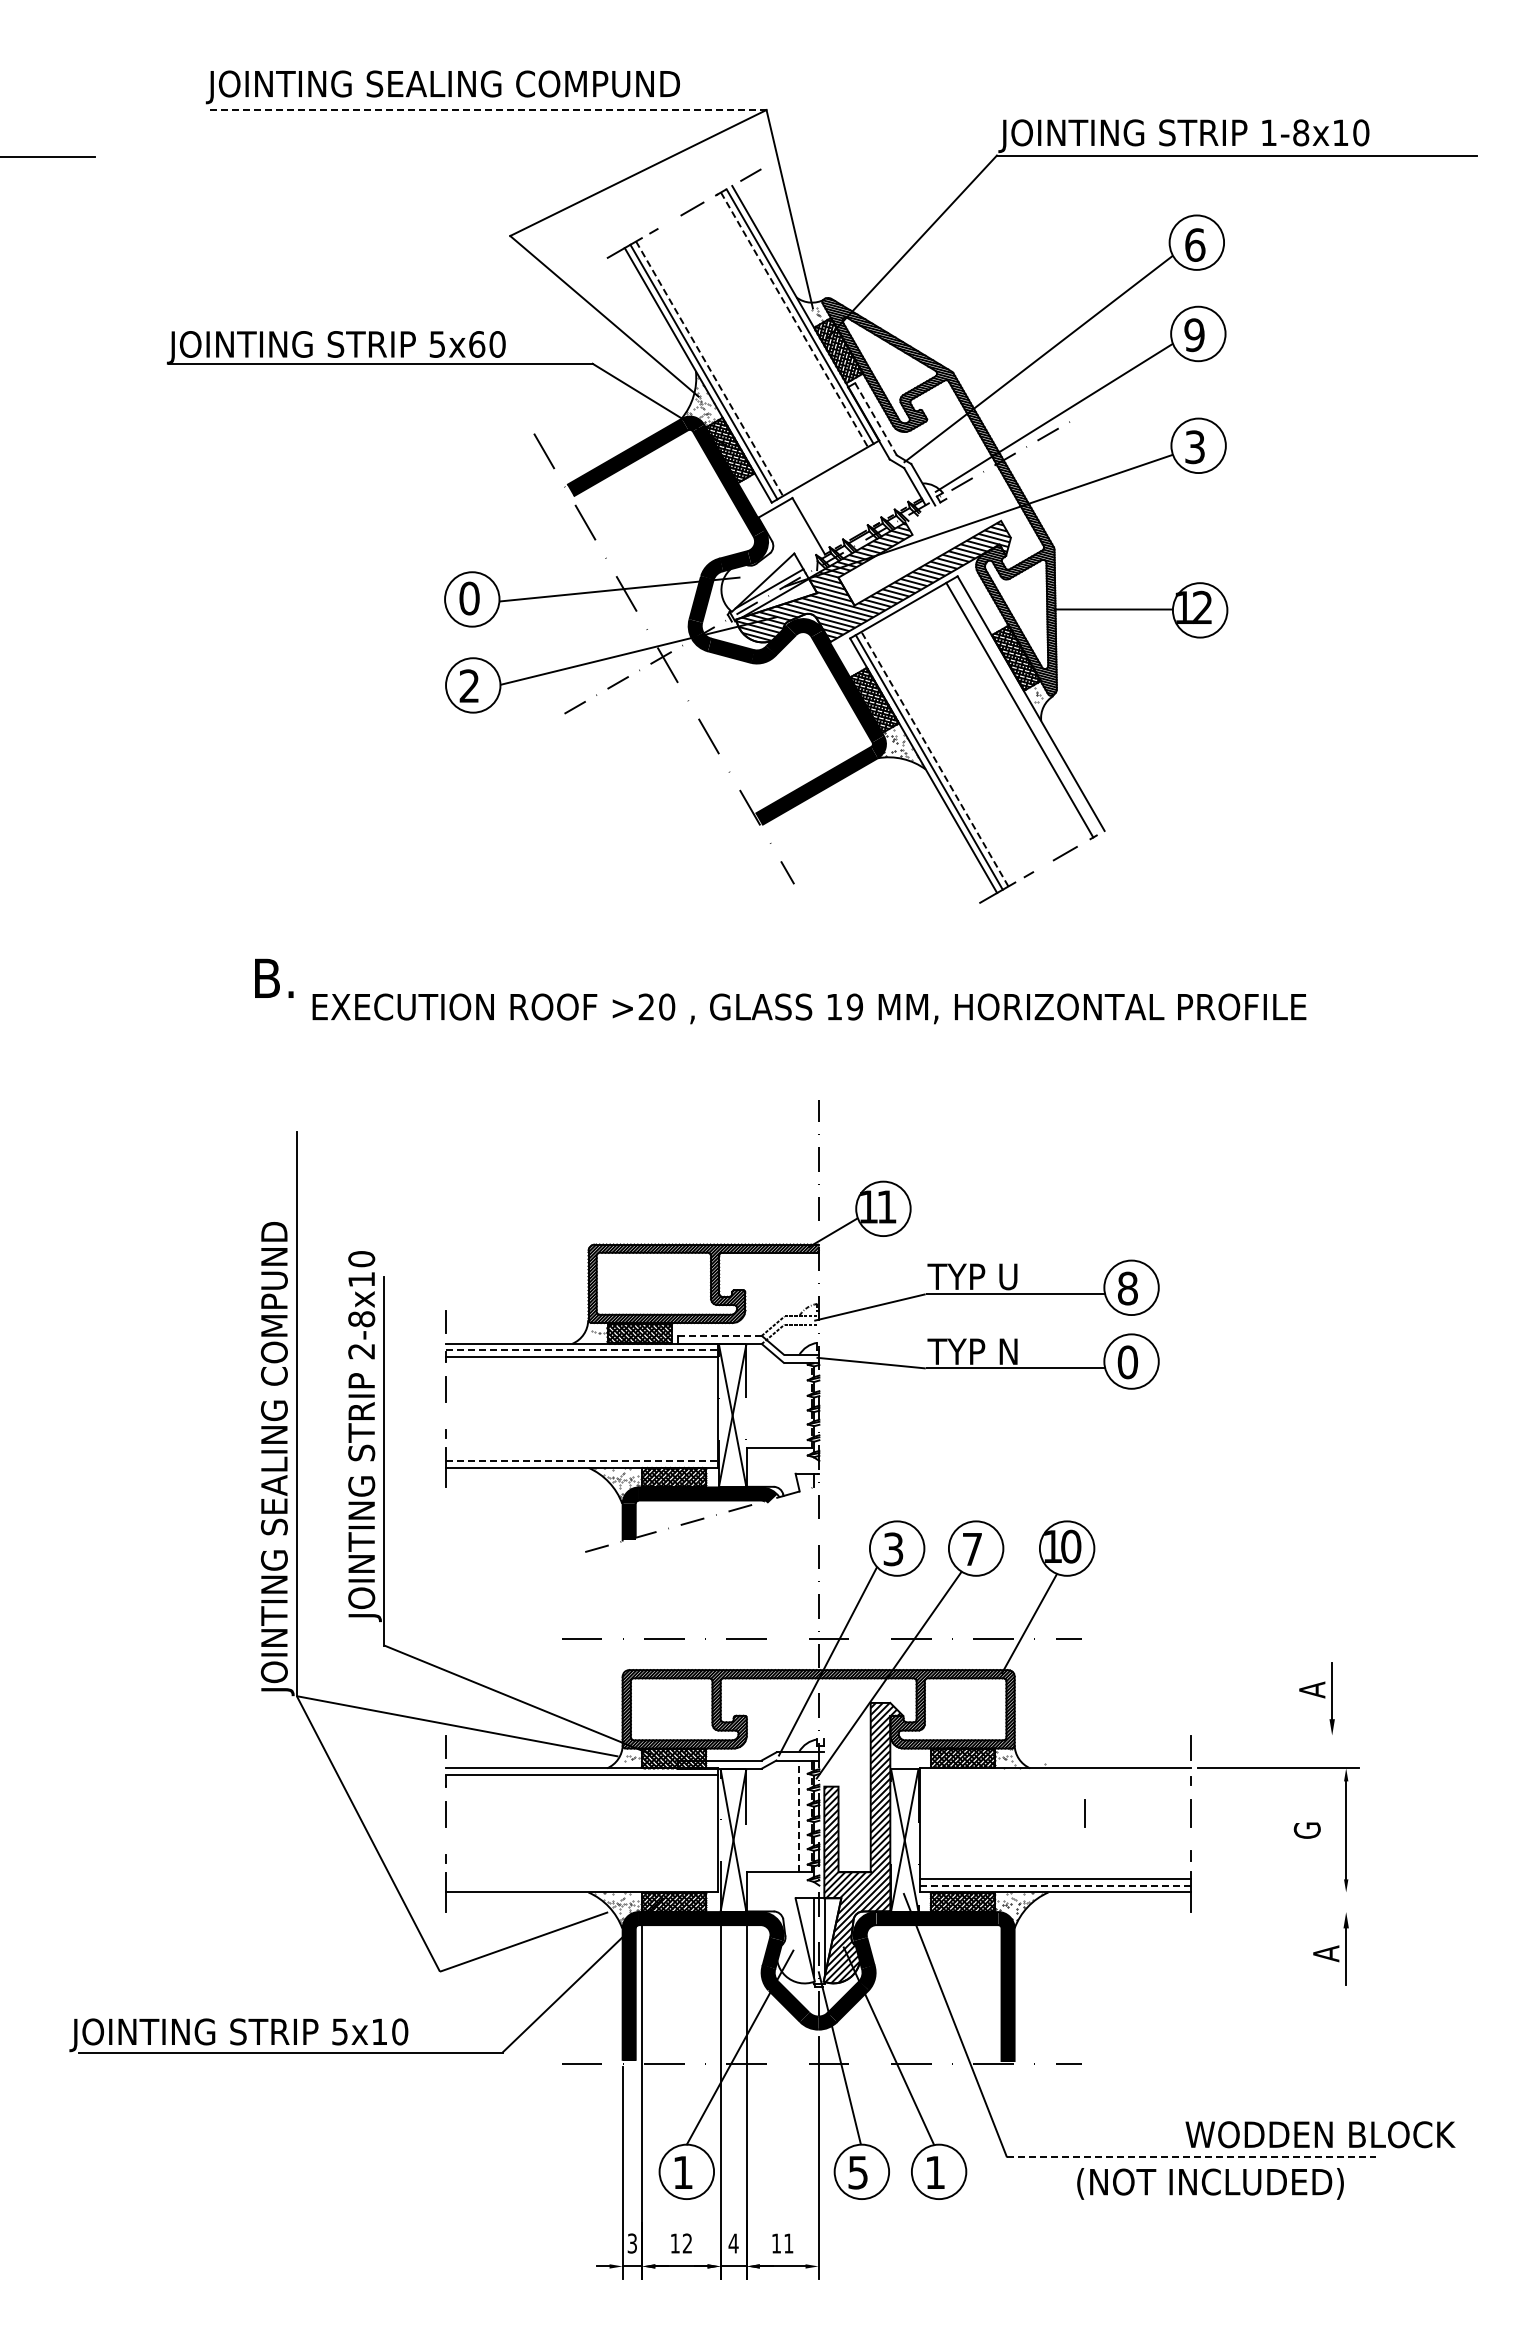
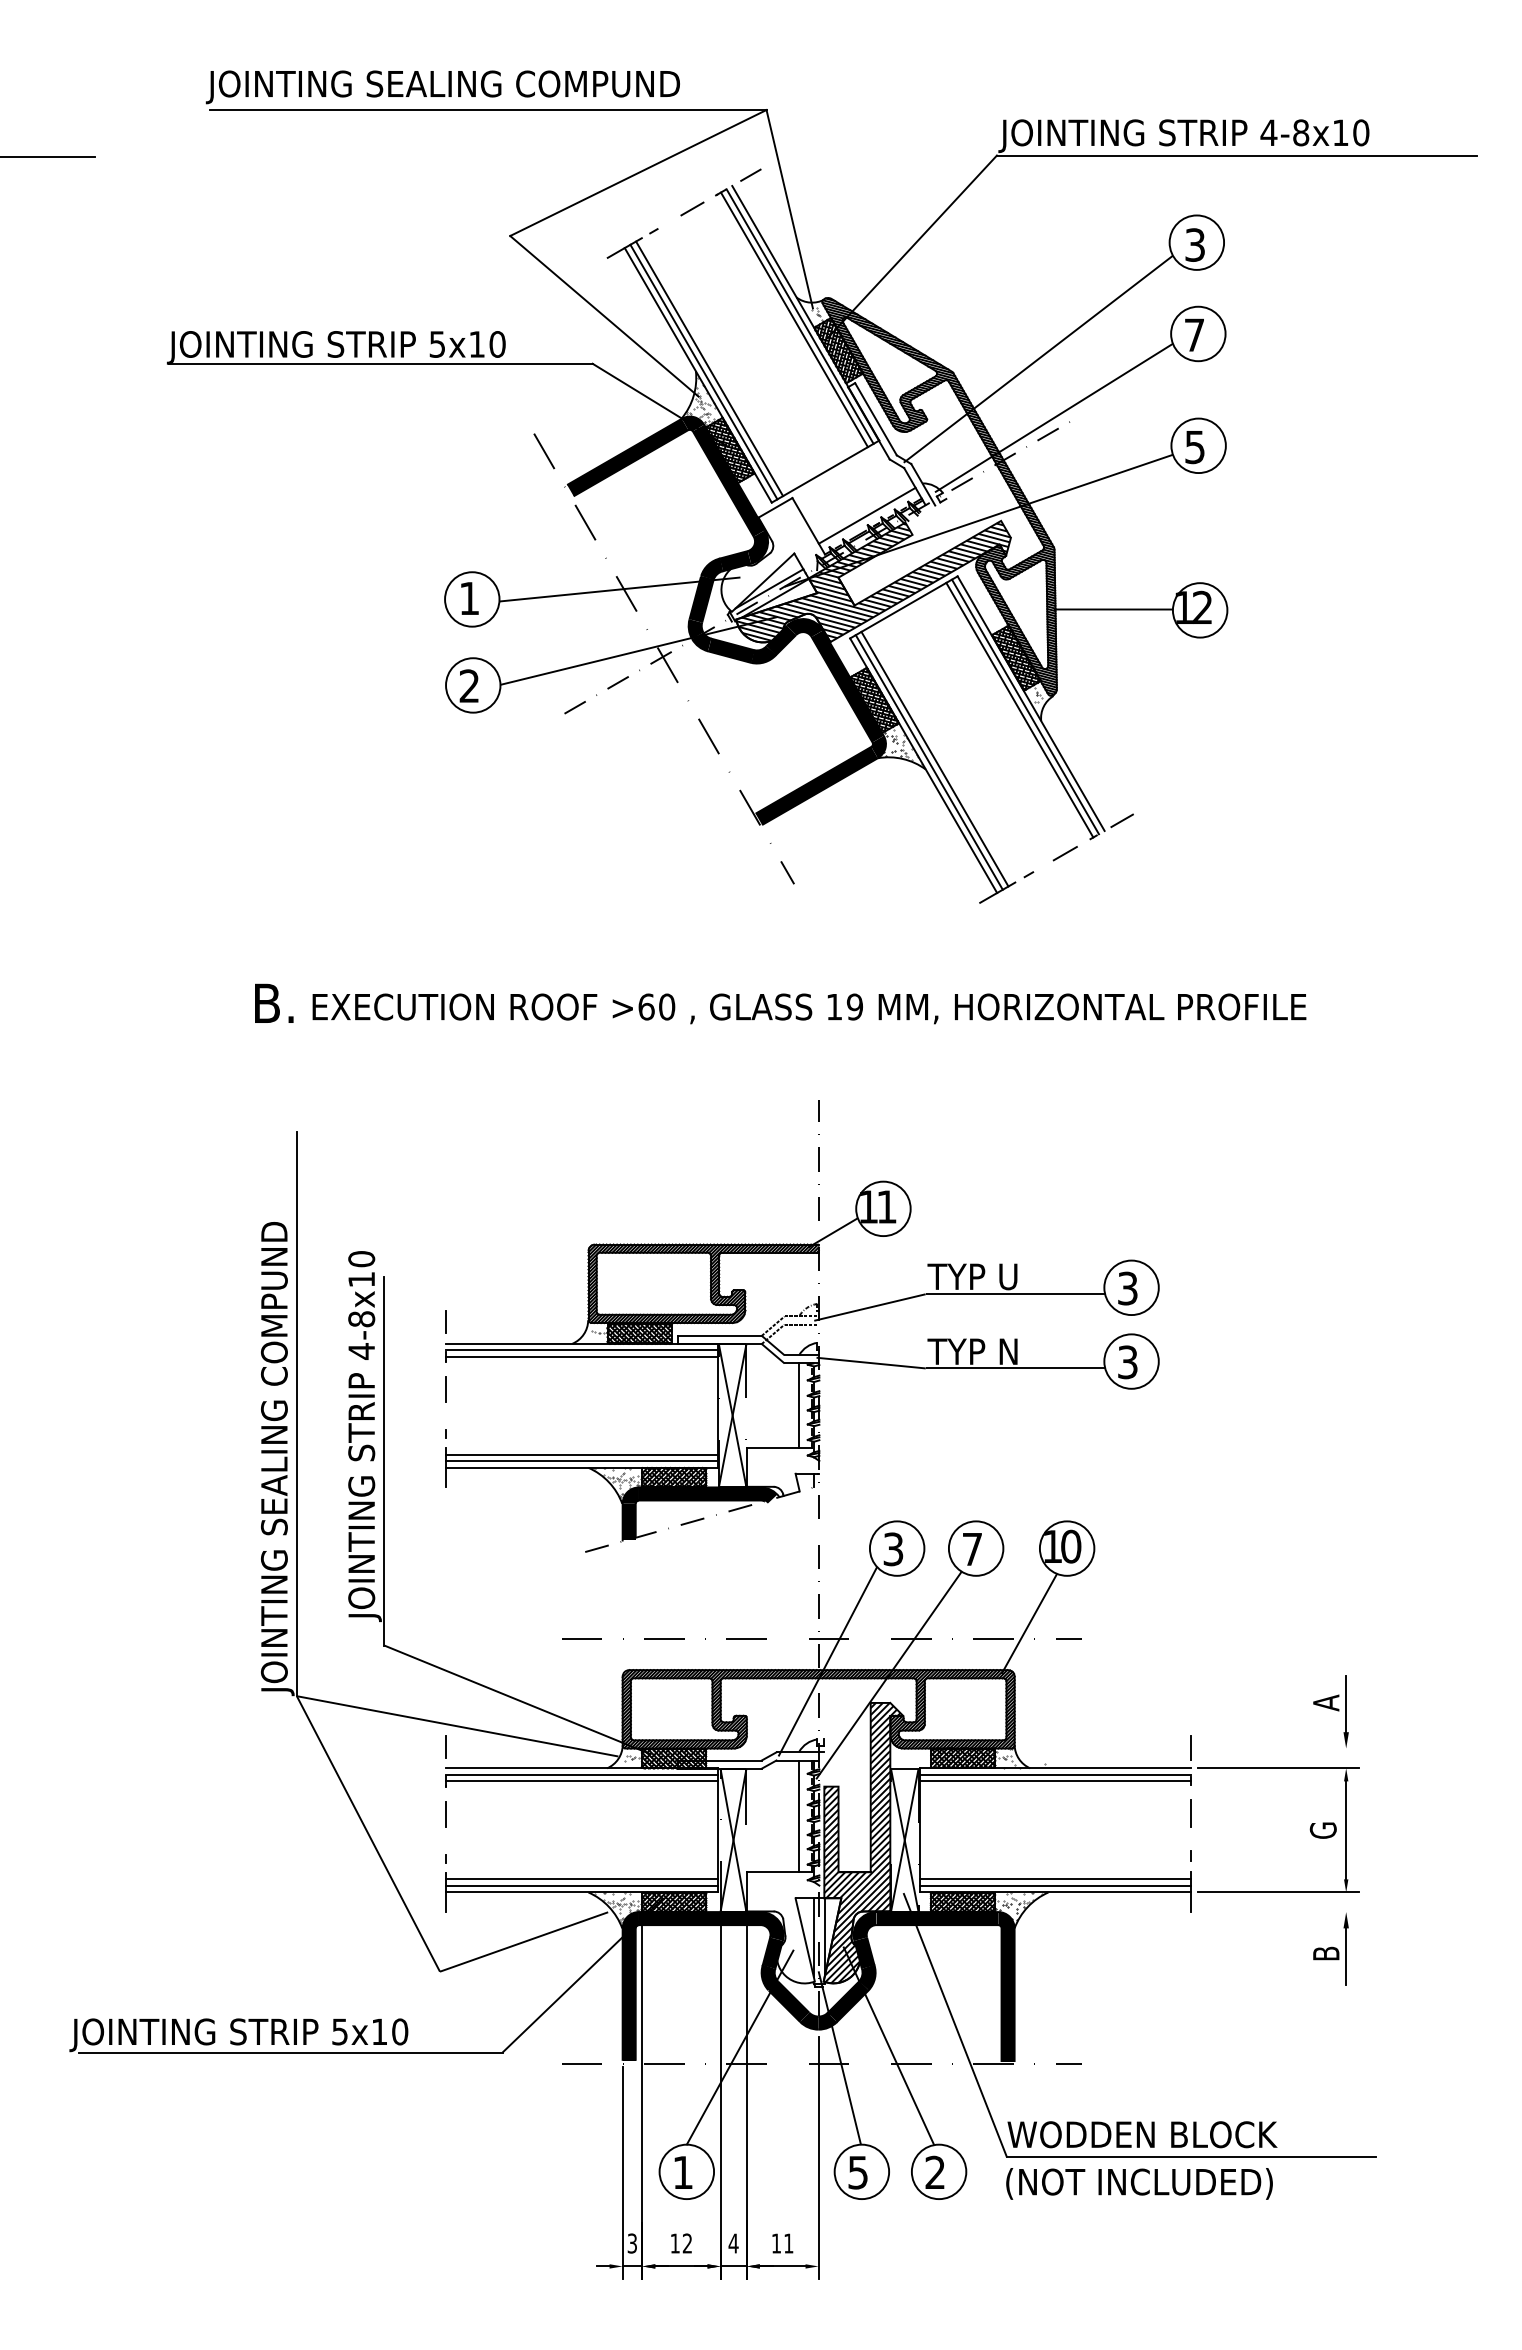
line at (487, 110): dashed -> solid
text at (1268, 132): 1-8x10 -> 4-8x10
text at (1195, 244): 6 -> 3
line at (794, 319): dashed -> solid
text at (1194, 335): 9 -> 7
text at (477, 344): 5x60 -> 5x10
line at (709, 368): dashed -> solid
line at (875, 419): dashed -> solid
text at (1195, 446): 3 -> 5
line at (866, 515): none -> present
text at (469, 598): 0 -> 1
line at (1024, 706): none -> present
line at (934, 759): dashed -> solid
line at (1121, 820): none -> present
text at (274, 977) position: (274, 977) -> (274, 1002)
text at (646, 1006): >20 -> >60
text at (1127, 1288): 8 -> 3
line at (720, 1335): dashed -> solid
line at (582, 1350): dashed -> solid
text at (361, 1351): 2-8x10 -> 4-8x10
text at (1127, 1362): 0 -> 3
line at (799, 1405): none -> present
line at (582, 1454): none -> present
line at (582, 1461): dashed -> solid
part at (1316, 1698) position: (1316, 1698) -> (1330, 1711)
line at (1054, 1774): none -> present
line at (582, 1781): none -> present
line at (1054, 1781): none -> present
line at (1084, 1813): present -> none
line at (799, 1816): dashed -> solid
text at (1306, 1830) position: (1306, 1830) -> (1322, 1830)
line at (582, 1879): none -> present
line at (582, 1885): none -> present
line at (1055, 1885): dashed -> solid
line at (1278, 1892): none -> present
text at (1326, 1953): A -> B
text at (1320, 2134) position: (1320, 2134) -> (1142, 2134)
line at (1191, 2157): dashed -> solid
text at (934, 2171): 1 -> 2
text at (1210, 2183) position: (1210, 2183) -> (1139, 2183)
